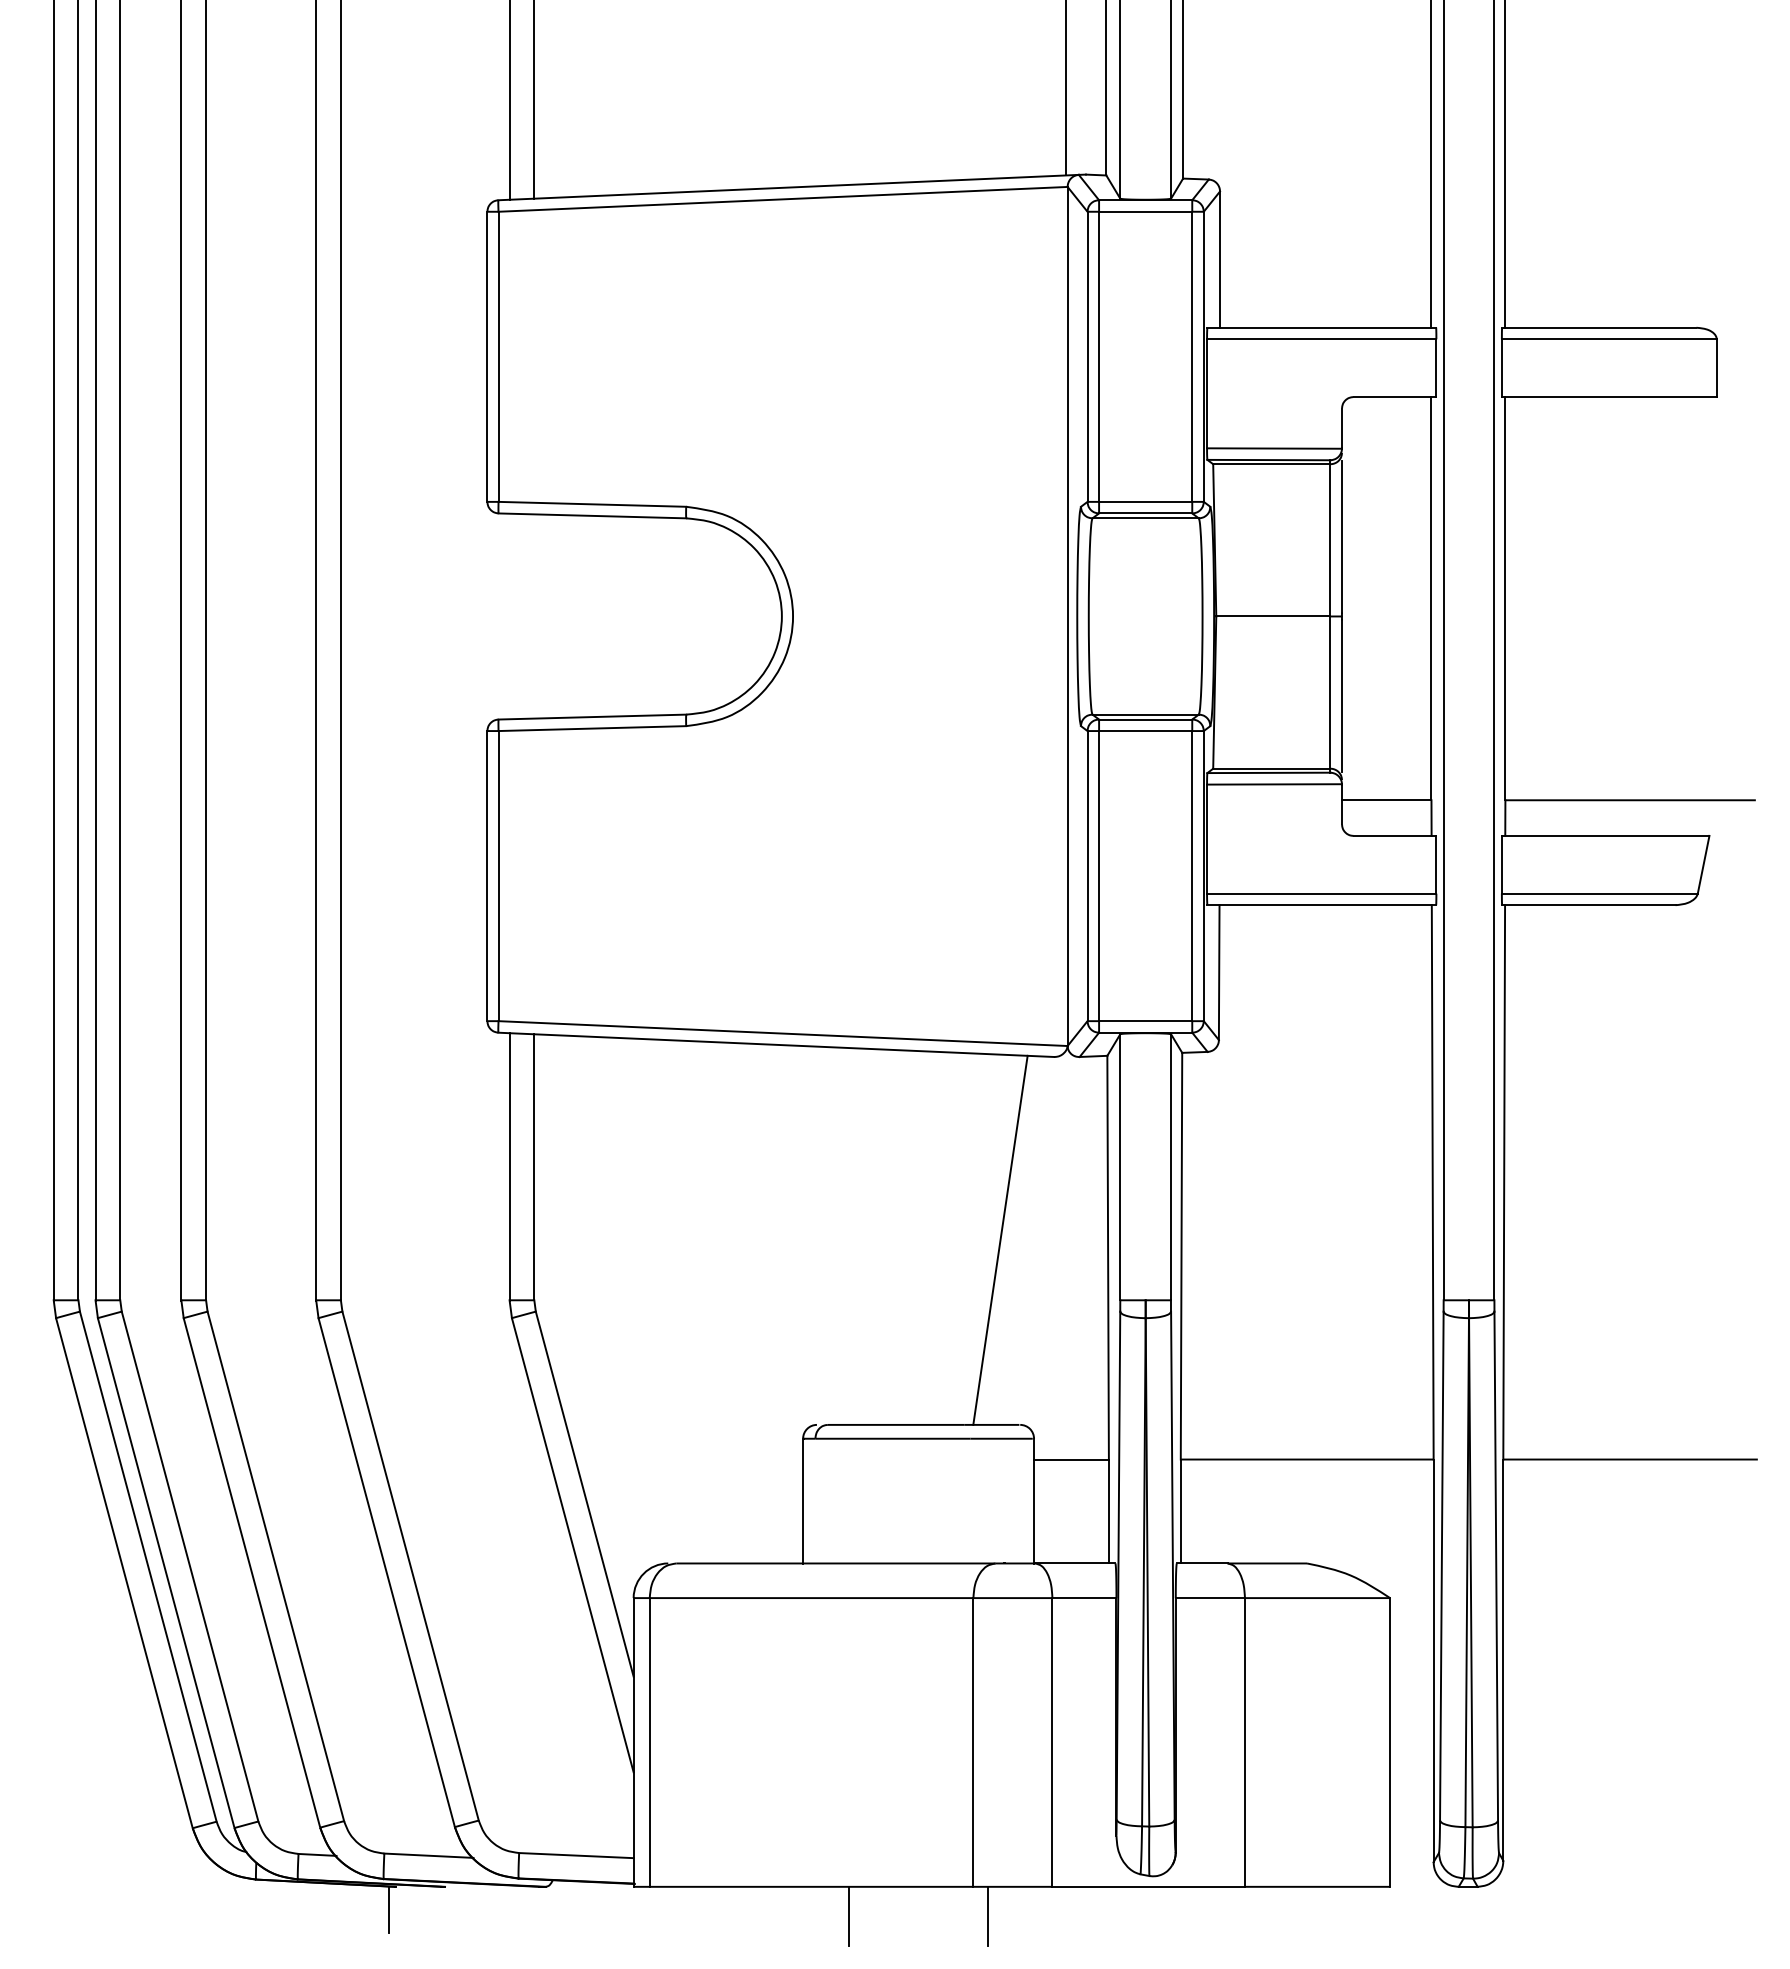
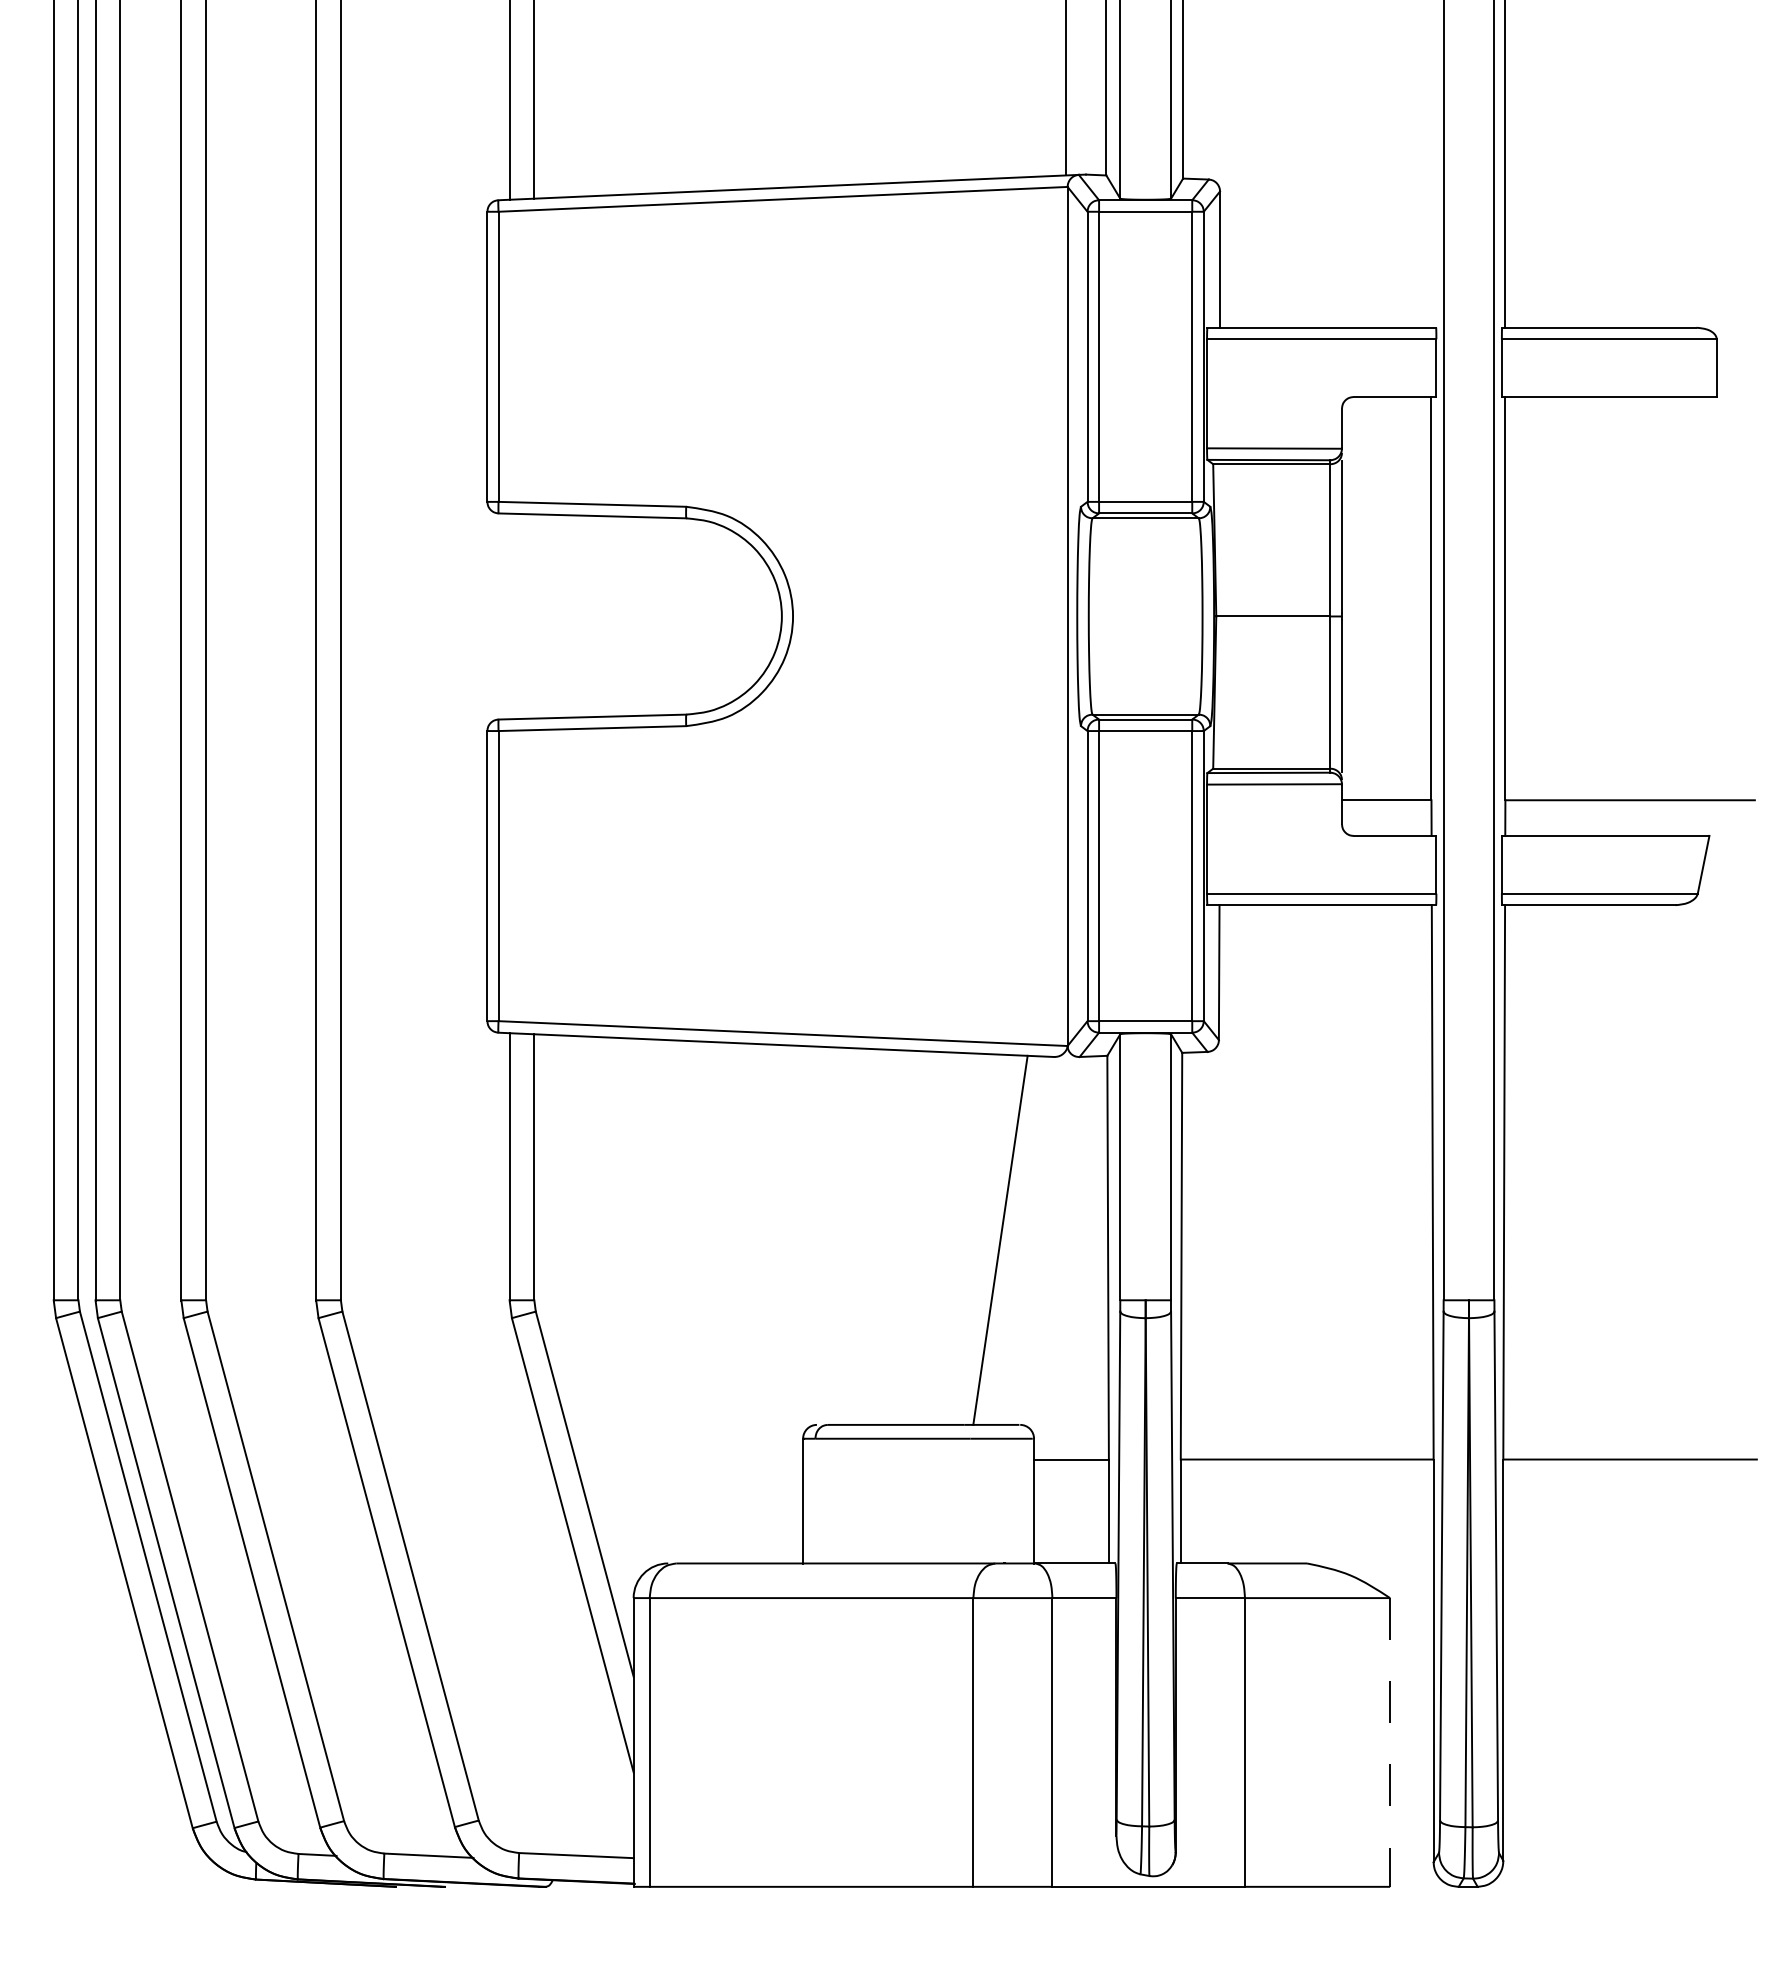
line at (1431, 164): present -> none
line at (1390, 1742): solid -> dashed
line at (389, 1909): present -> none
line at (849, 1916): present -> none
line at (987, 1916): present -> none
